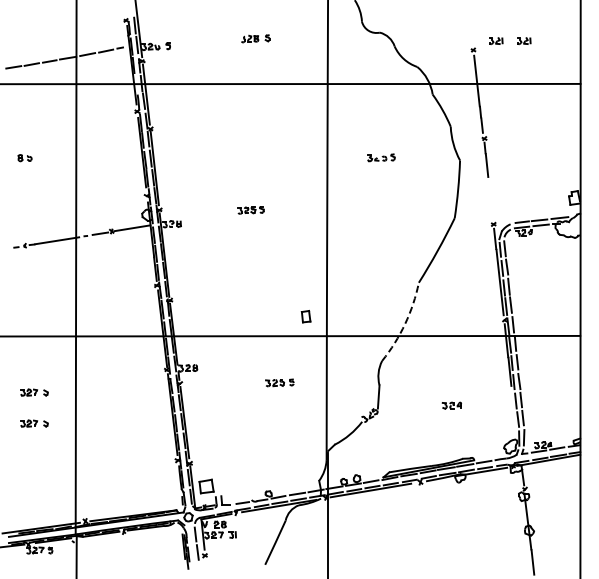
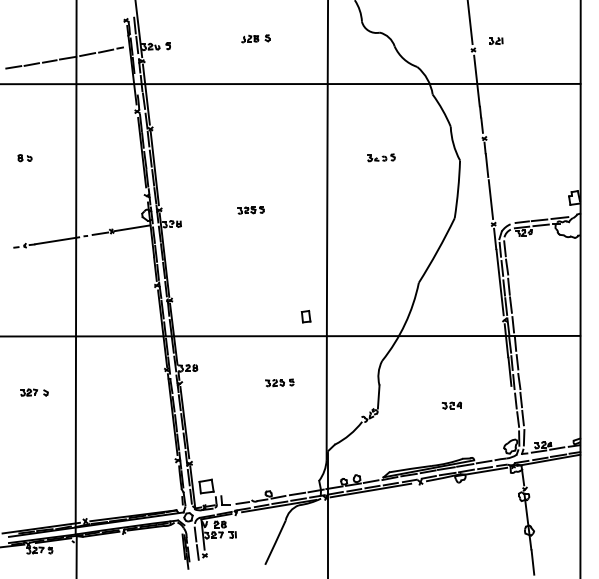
line at (469, 23): none -> present
part at (524, 40): present -> none
line at (490, 199): none -> present
arc at (405, 324): dashed -> solid
part at (34, 423): present -> none
